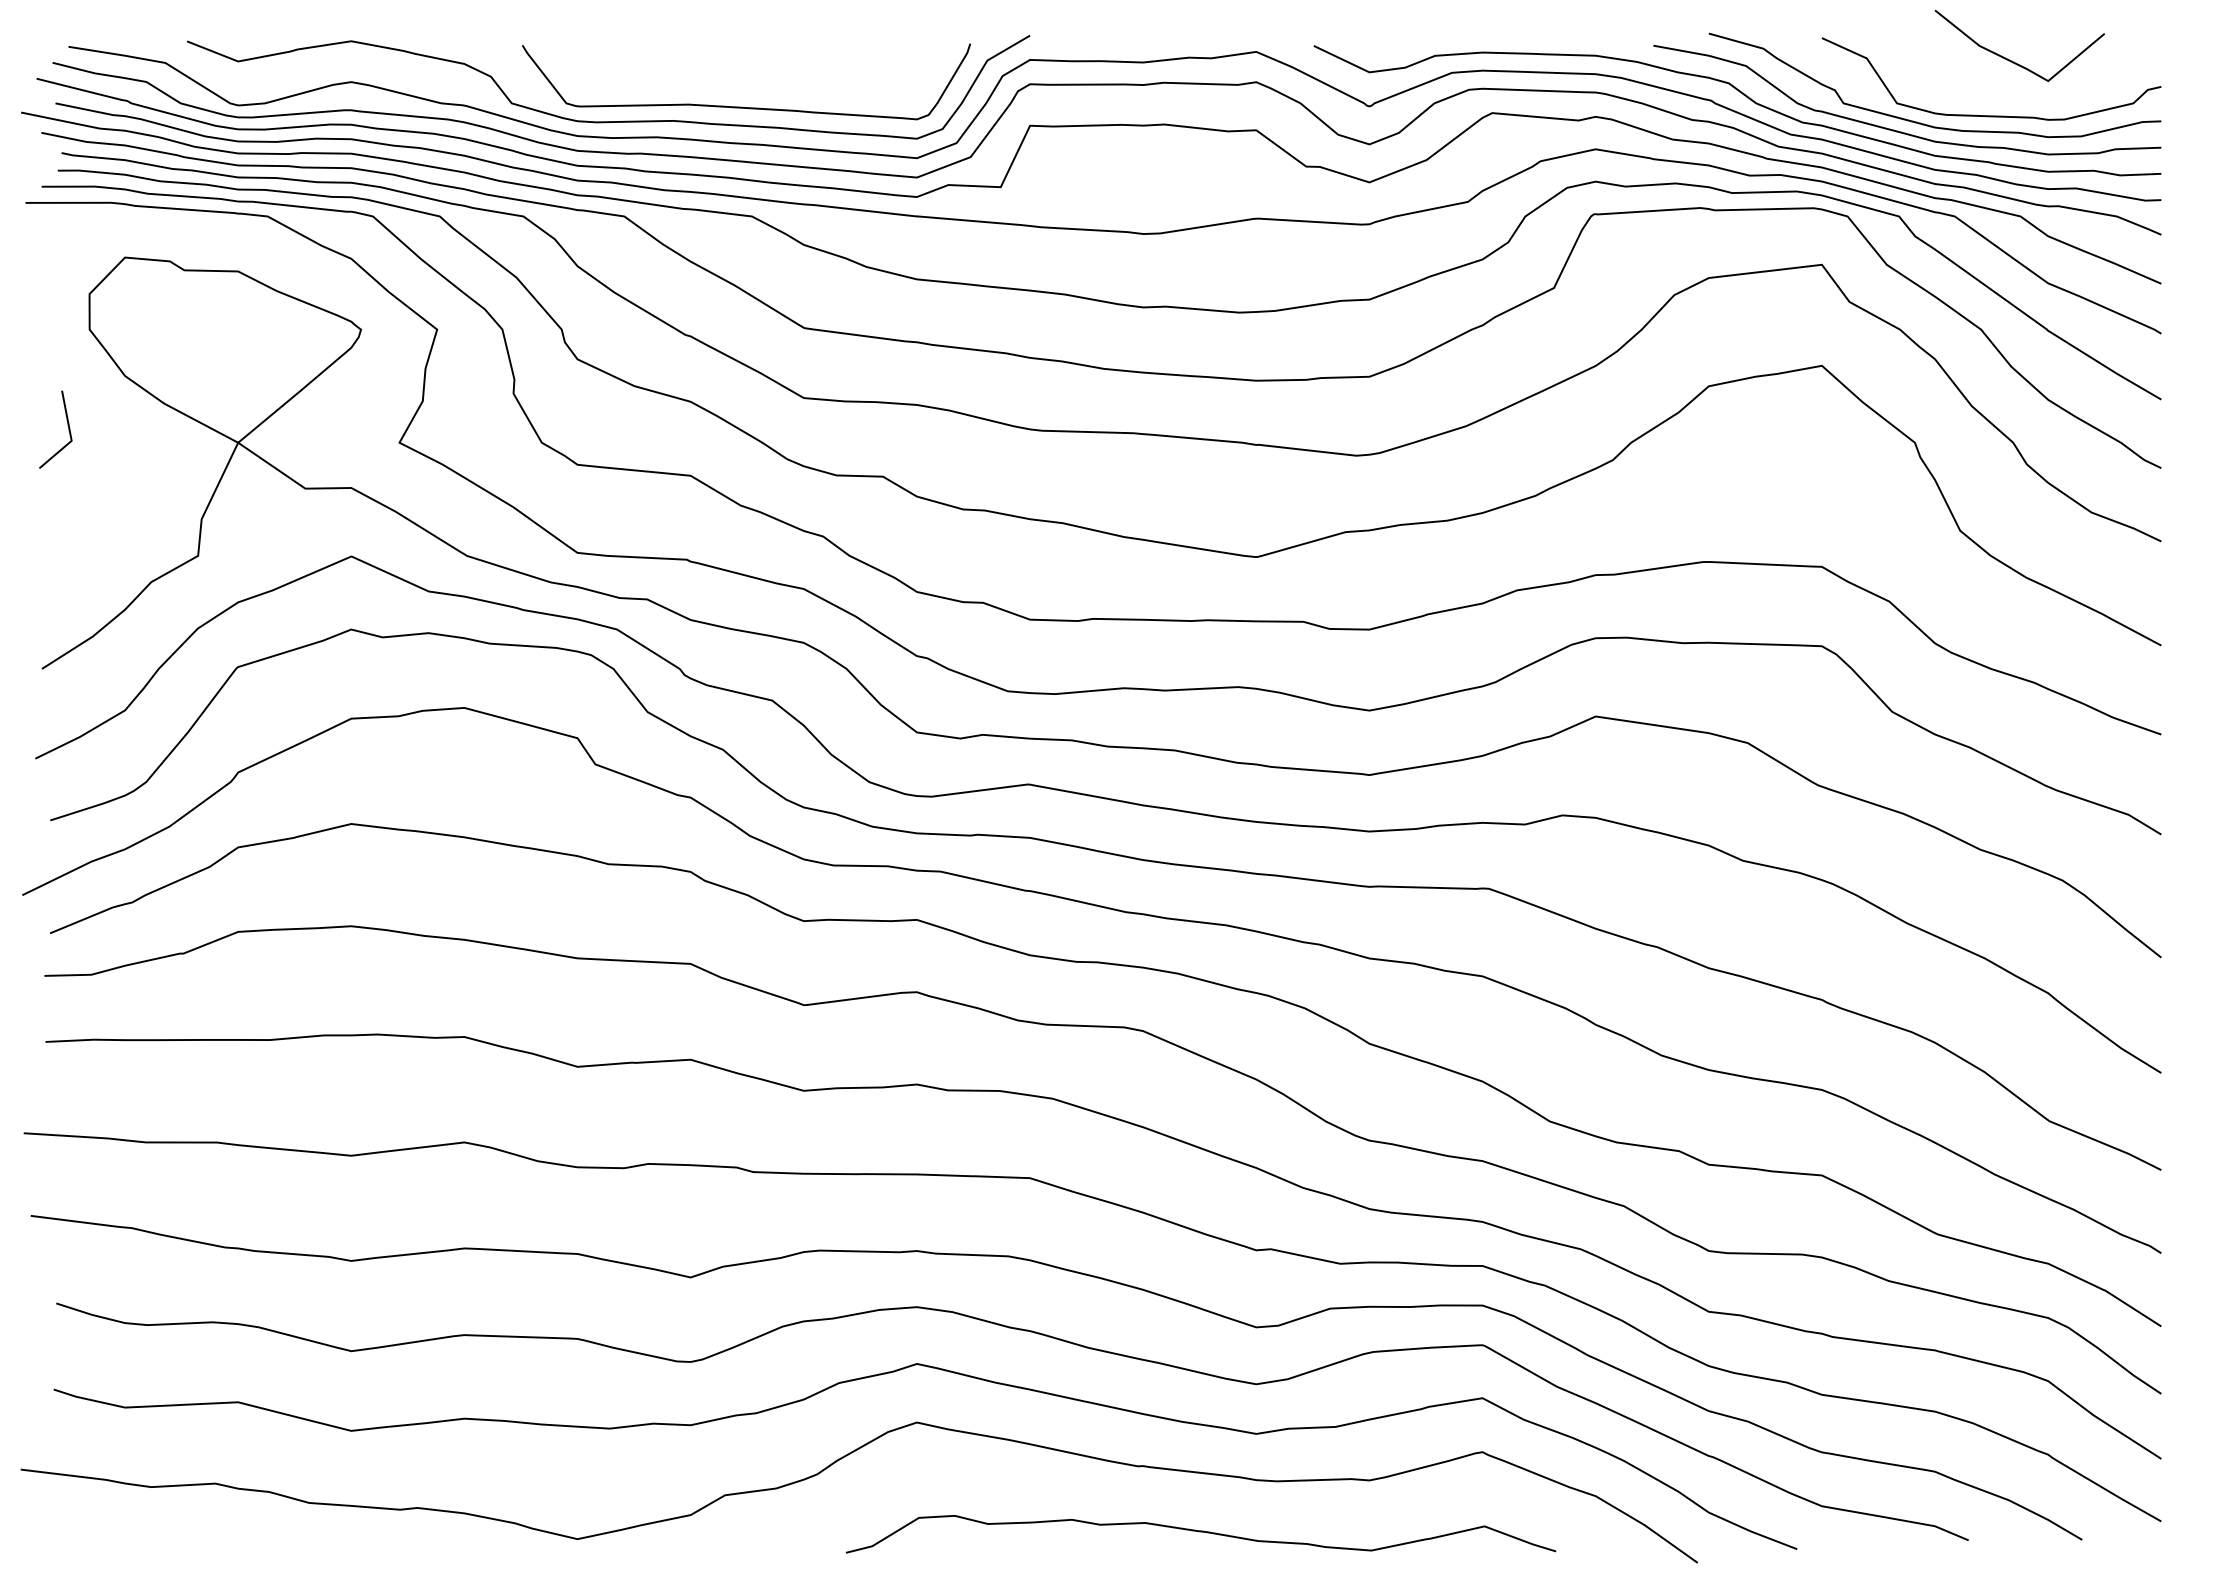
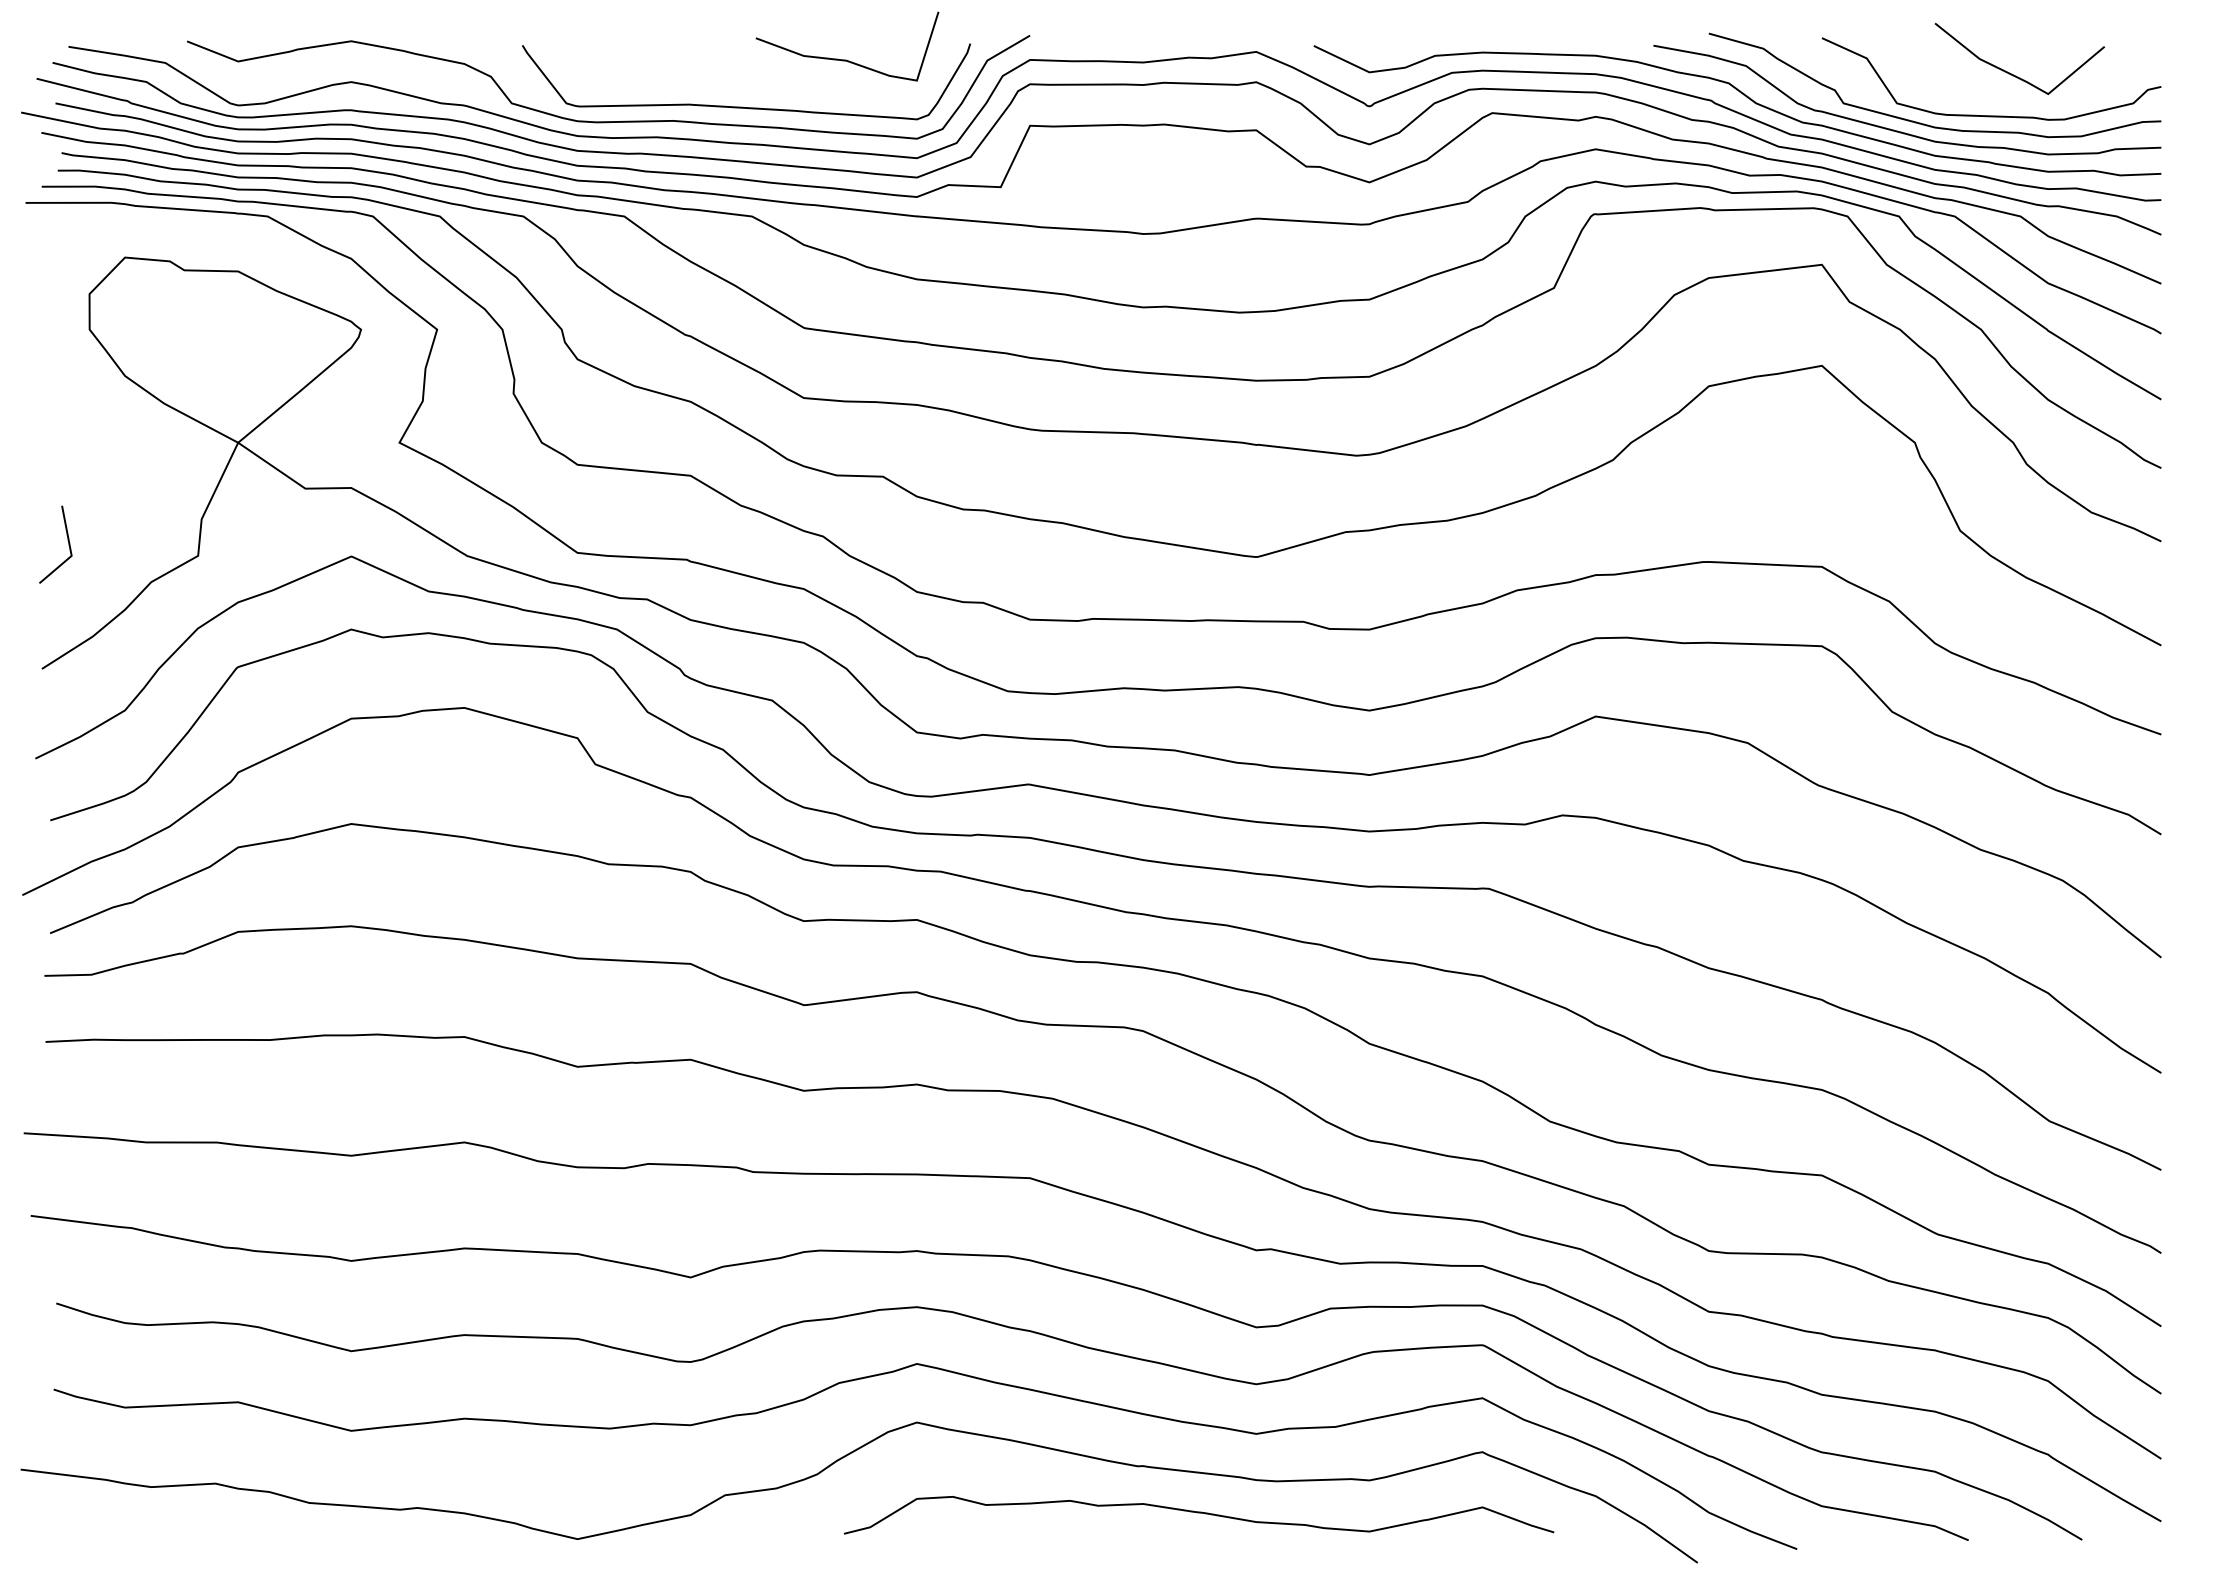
curve at (846, 59): none -> present
line at (2011, 60) position: (2011, 60) -> (2011, 73)
line at (67, 425) position: (67, 425) -> (67, 540)
curve at (1201, 1532) position: (1201, 1532) -> (1199, 1513)
